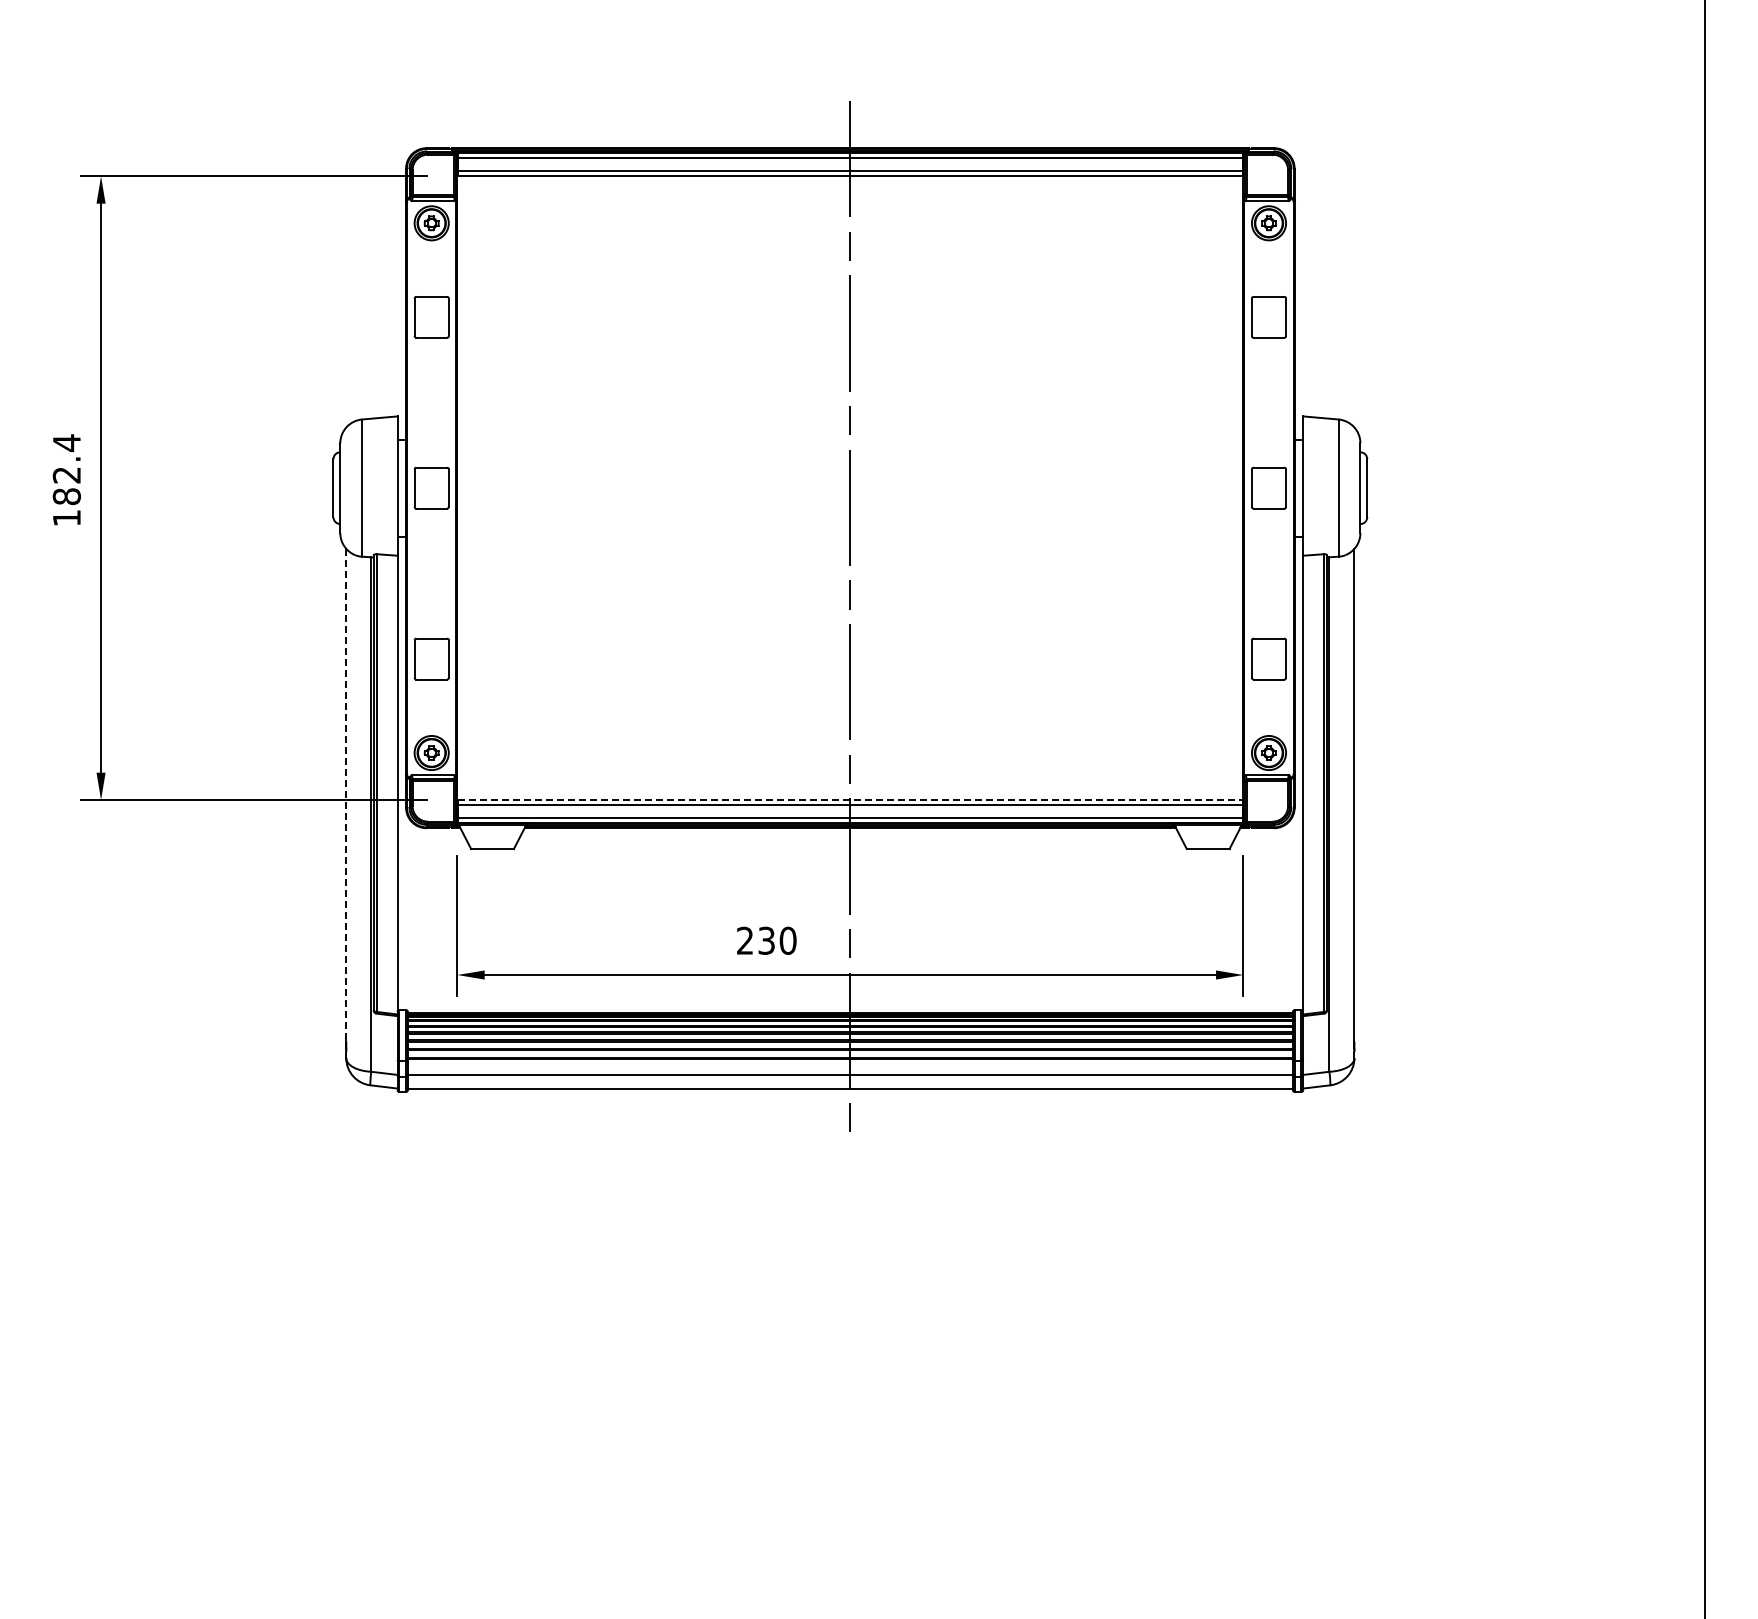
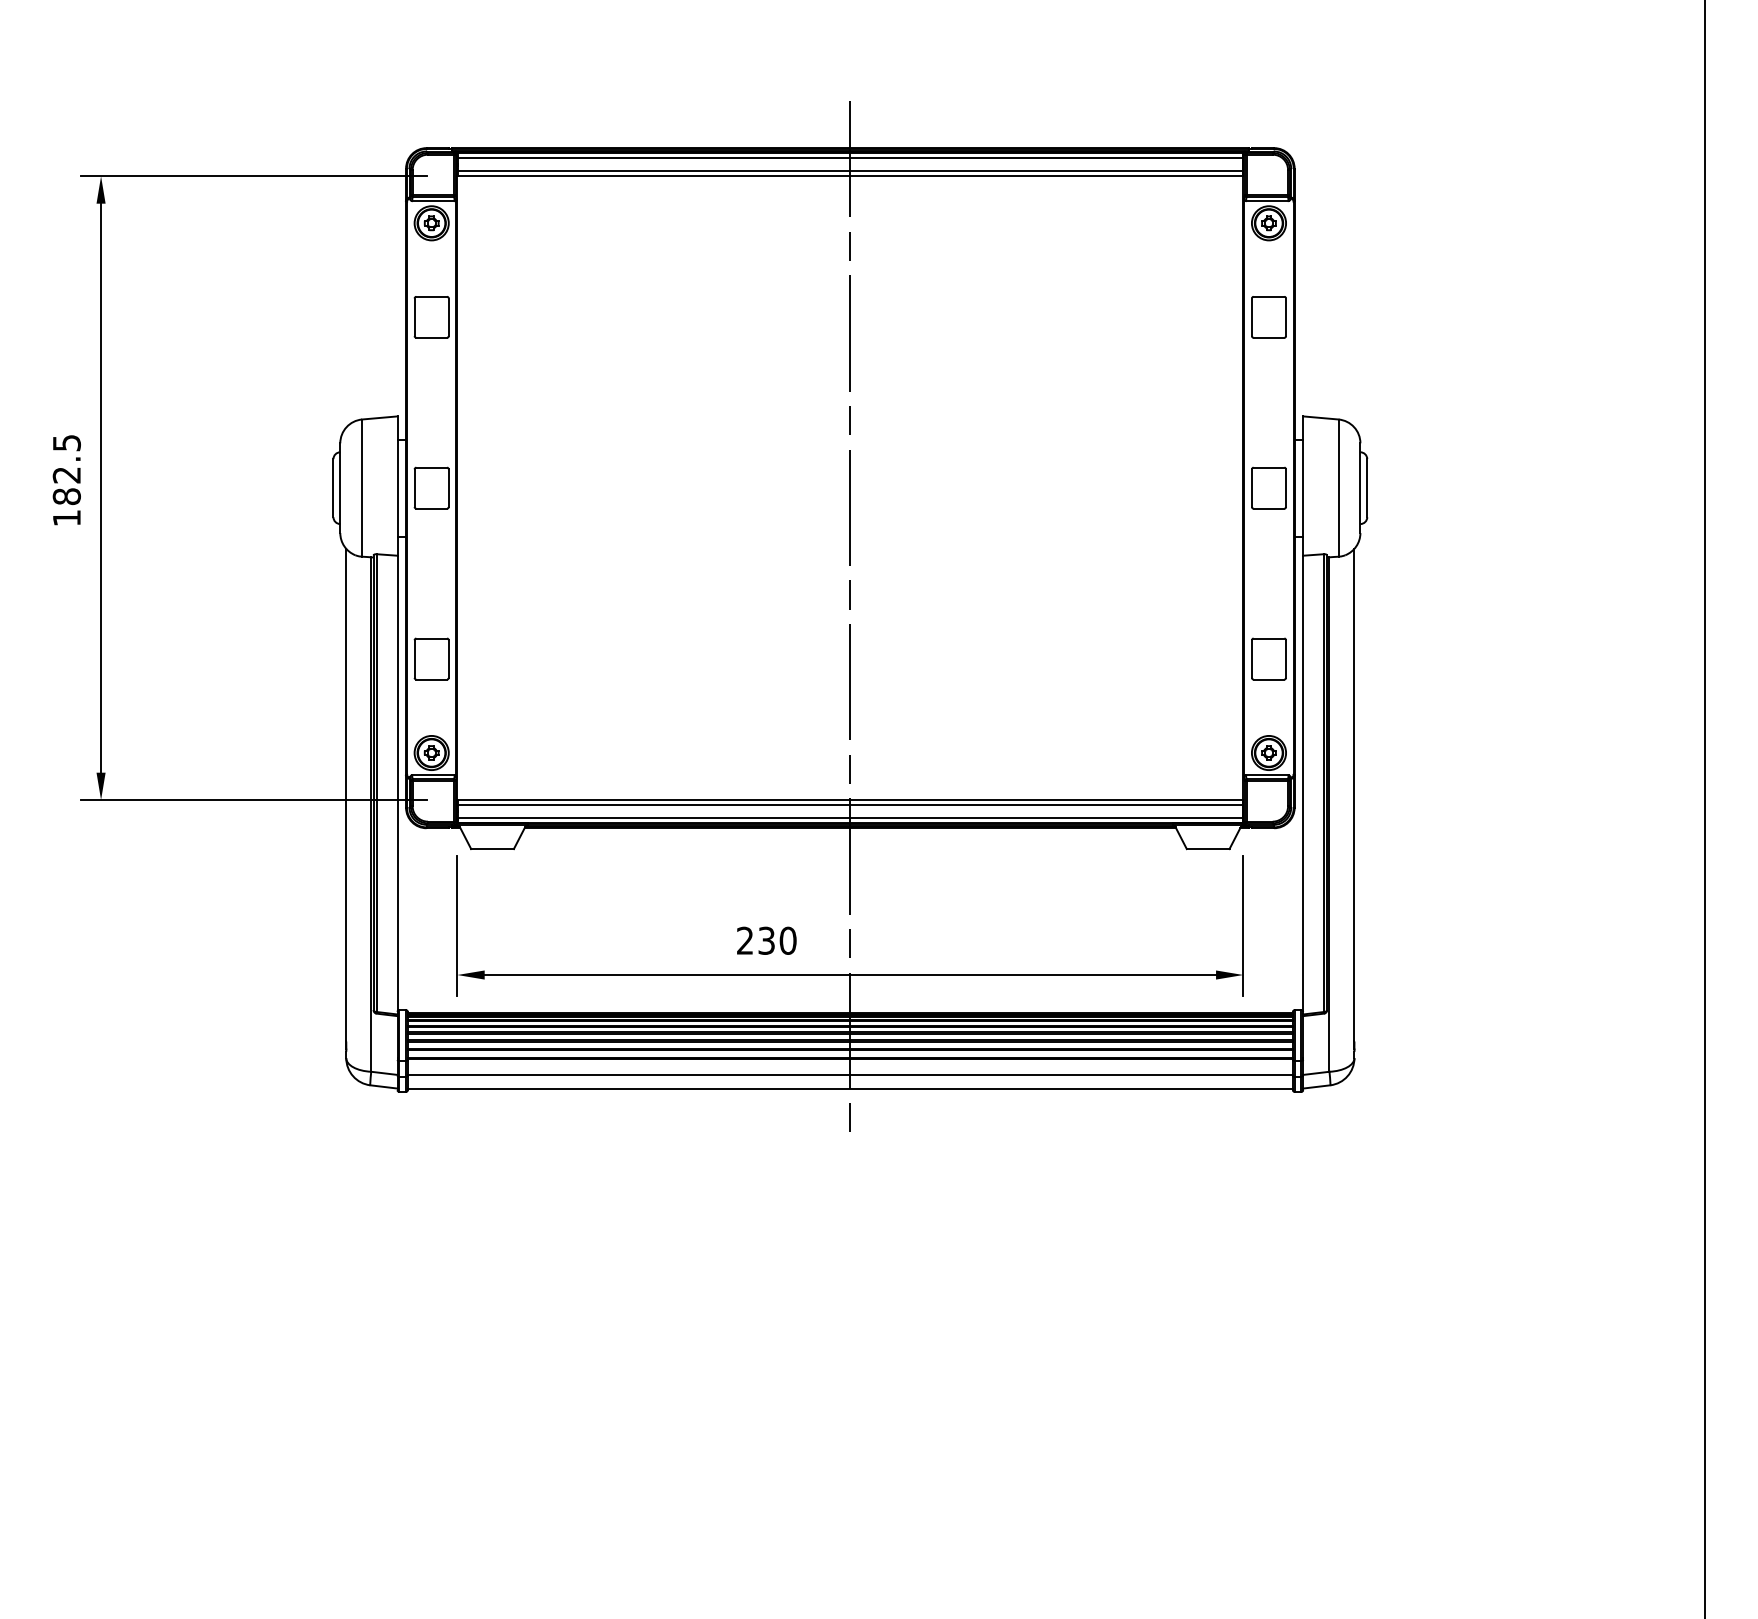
text at (66, 443): 182.4 -> 182.5
line at (346, 795): dashed -> solid
line at (850, 800): dashed -> solid
